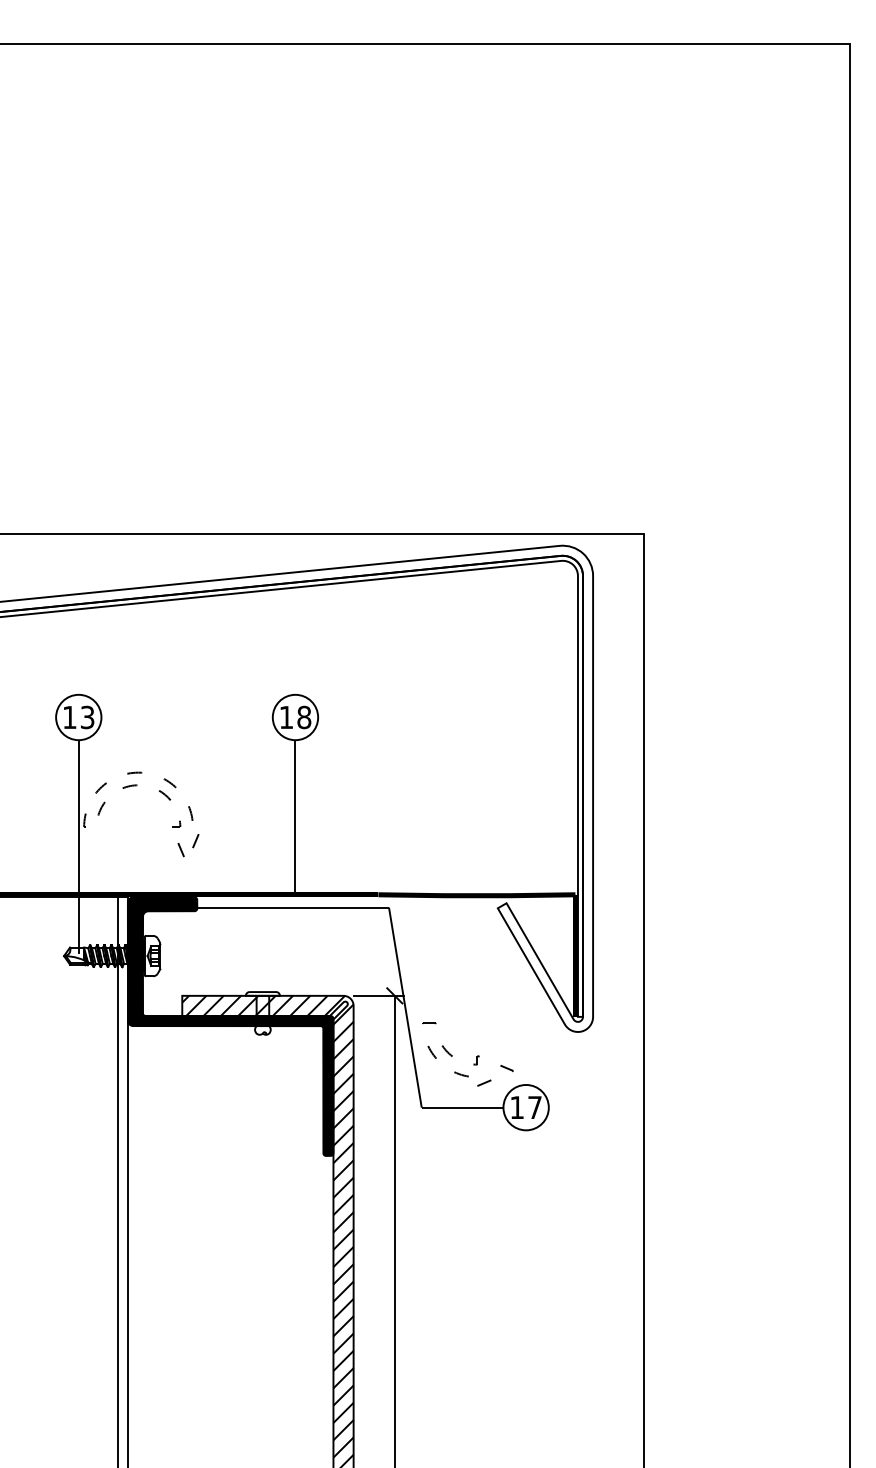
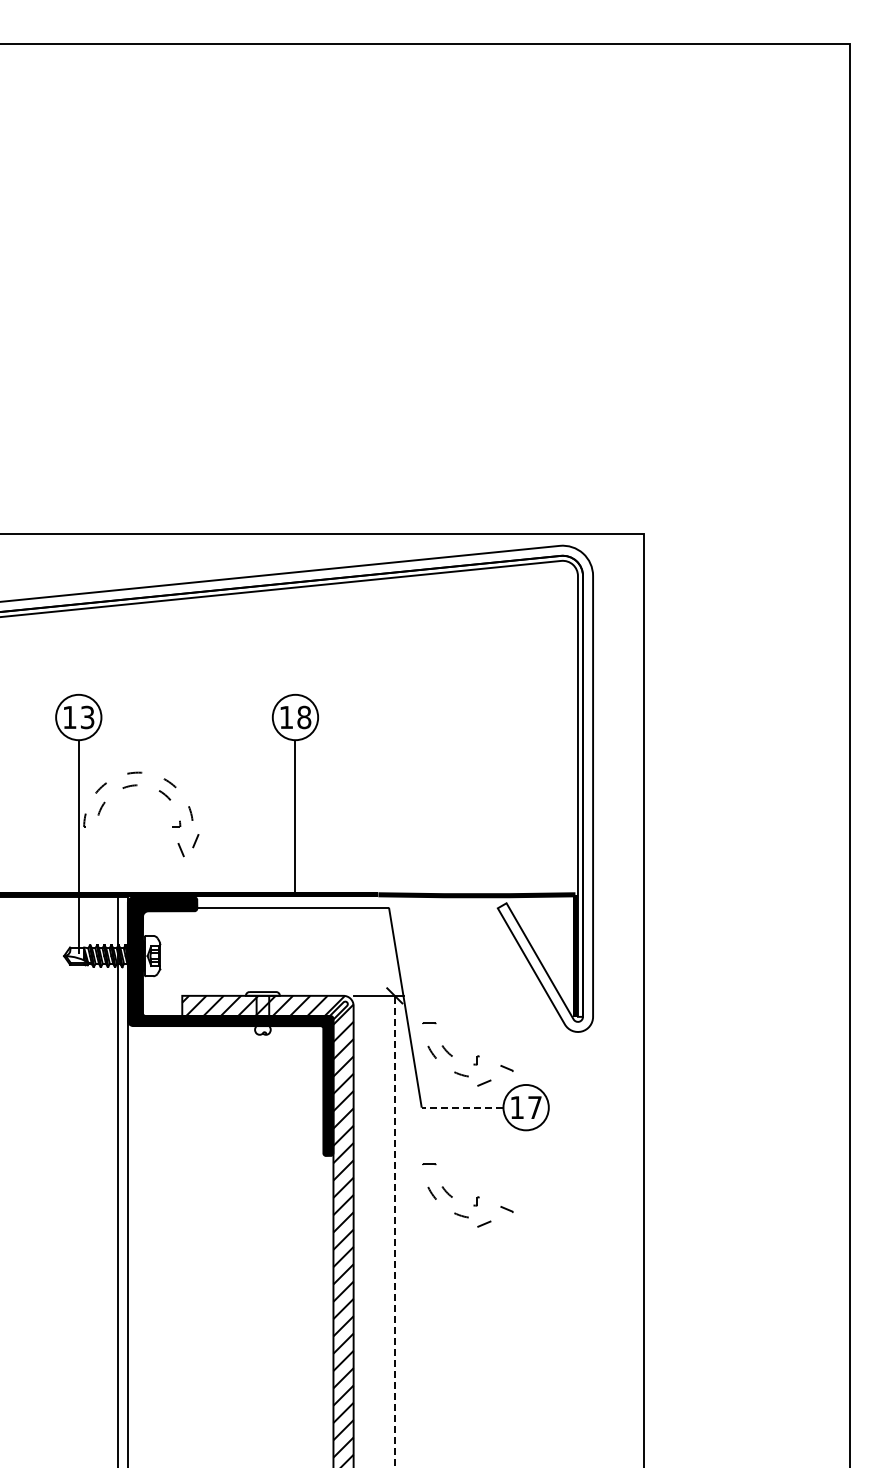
line at (462, 1107): solid -> dashed
part at (476, 1197): none -> present
line at (394, 1231): solid -> dashed
